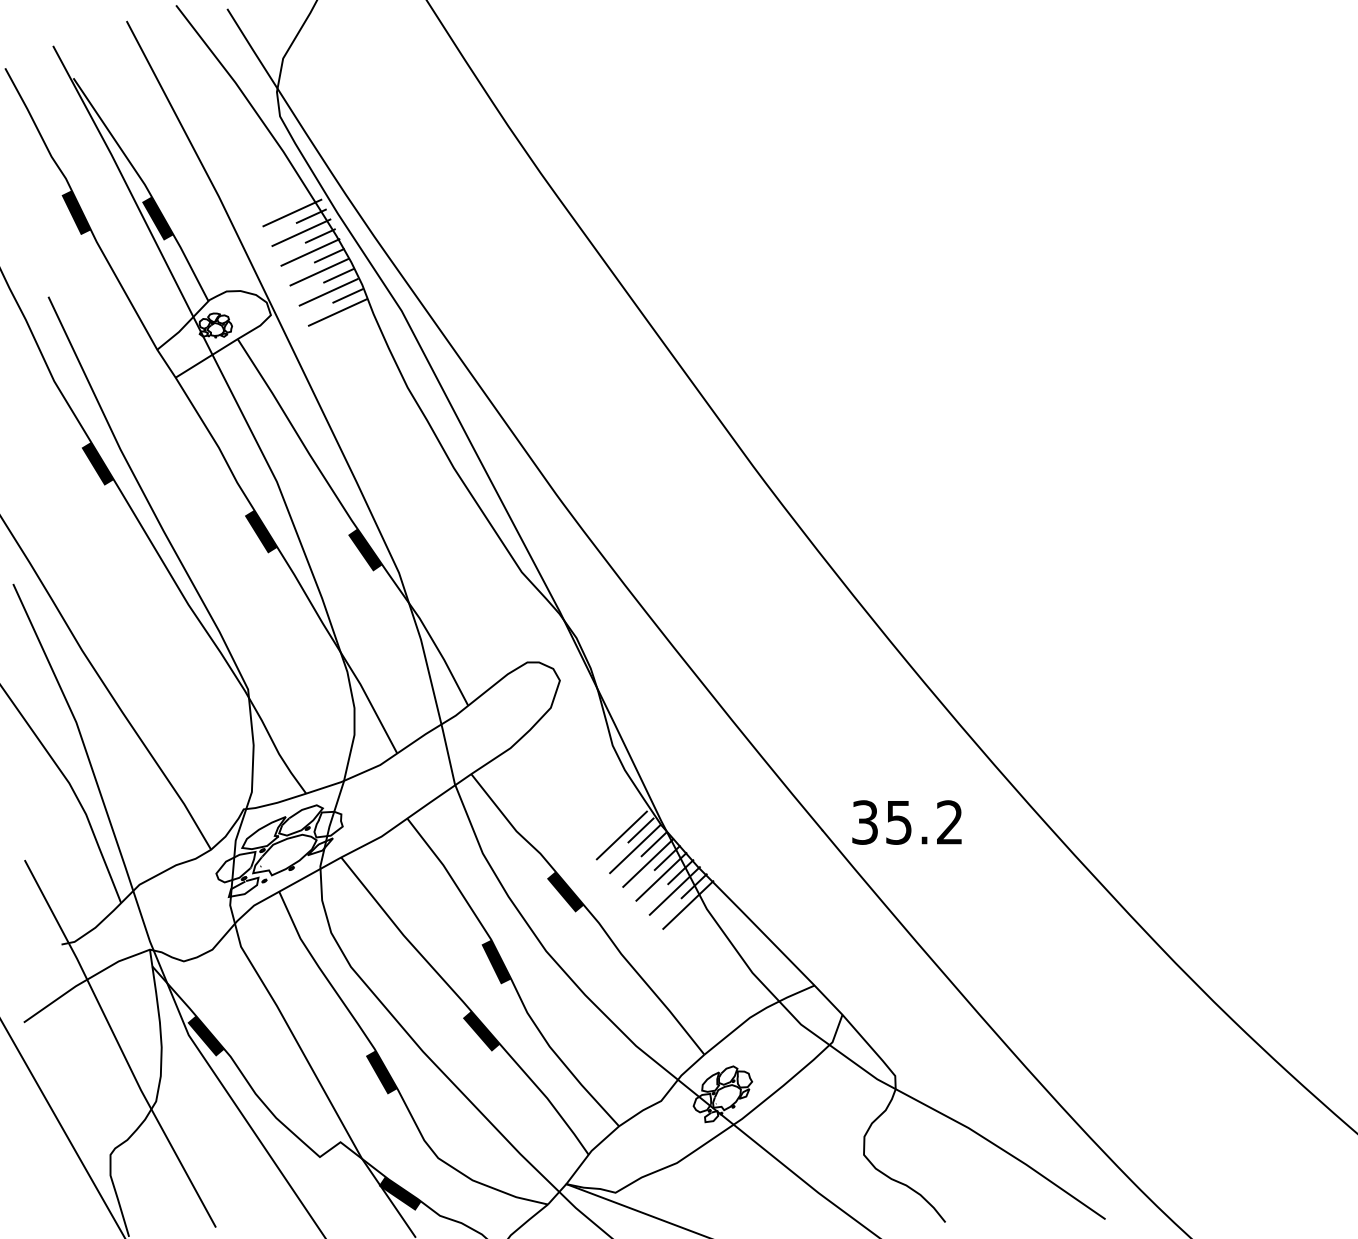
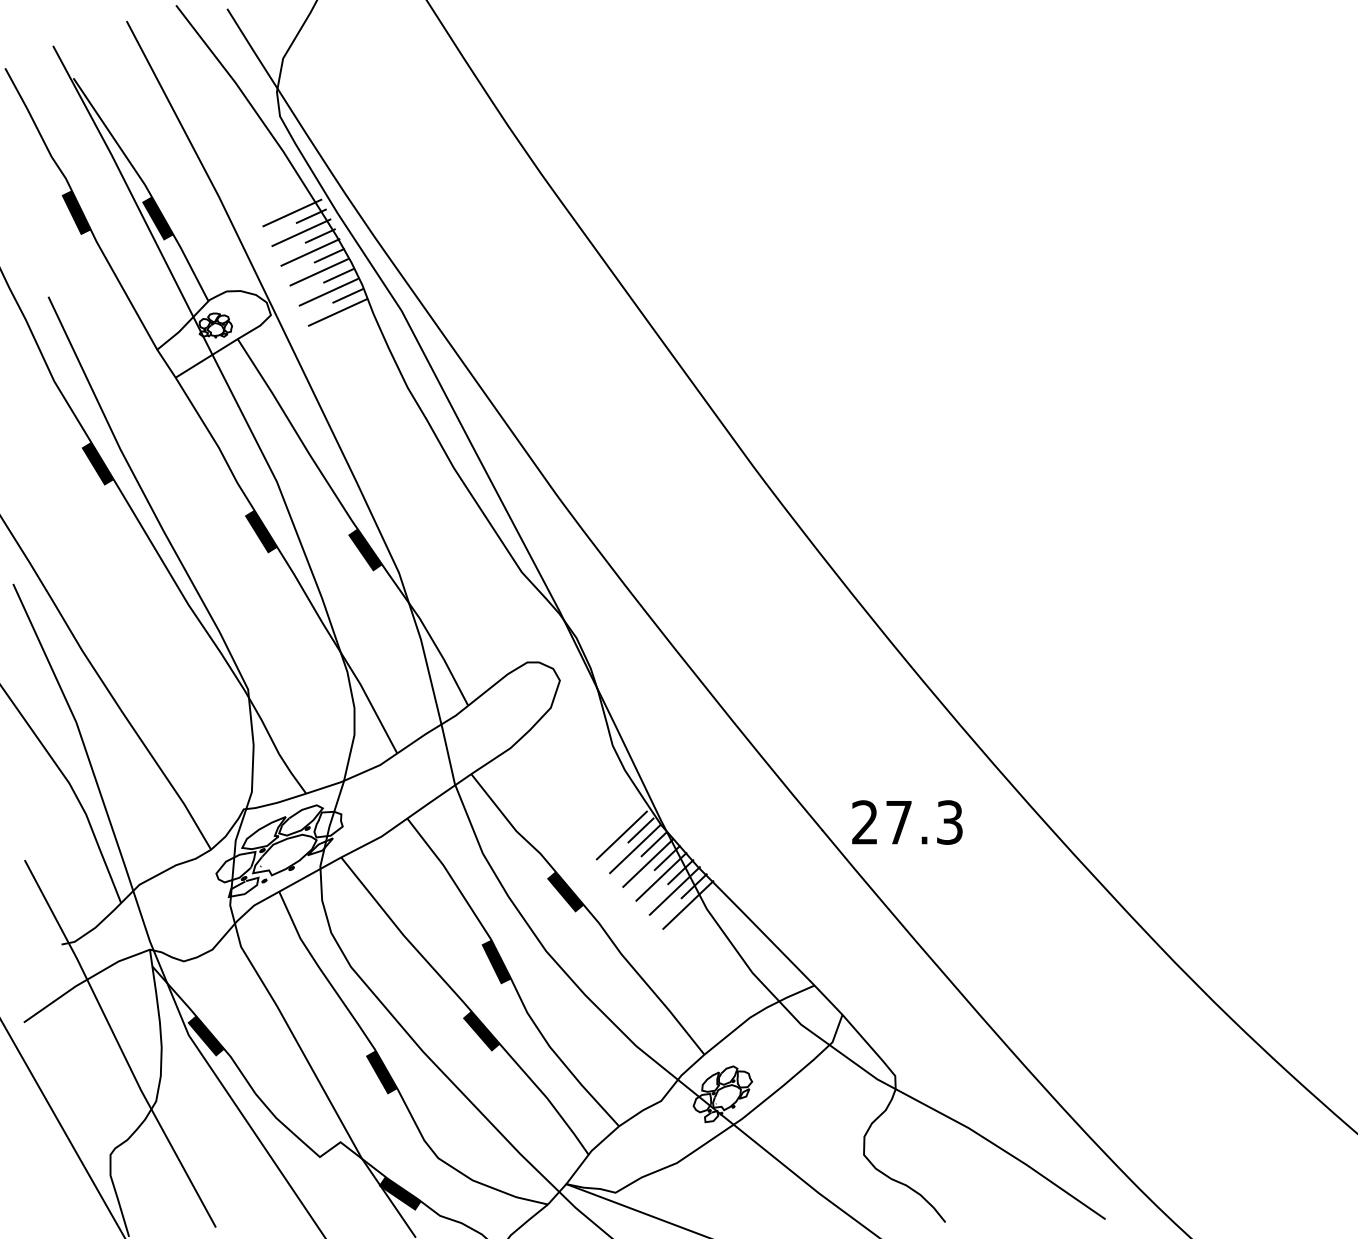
text at (907, 822): 35.2 -> 27.3
